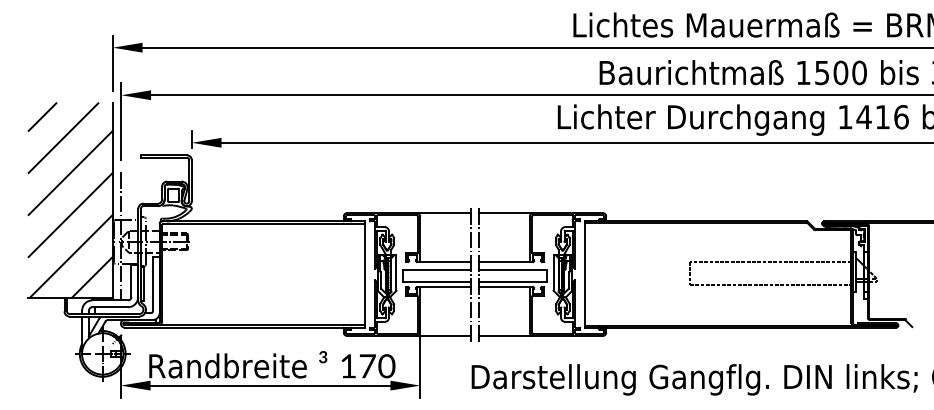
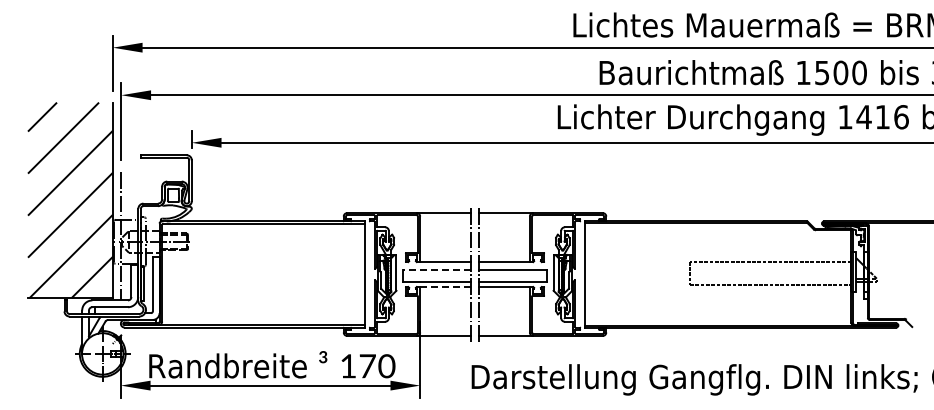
line at (436, 269): solid -> dashed
line at (445, 287): solid -> dashed
